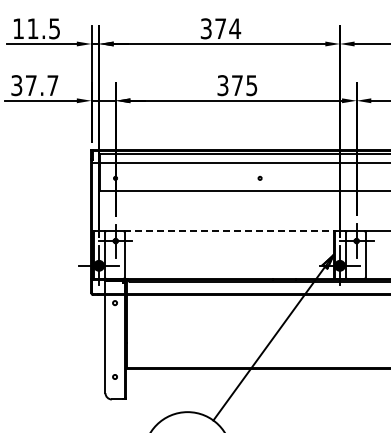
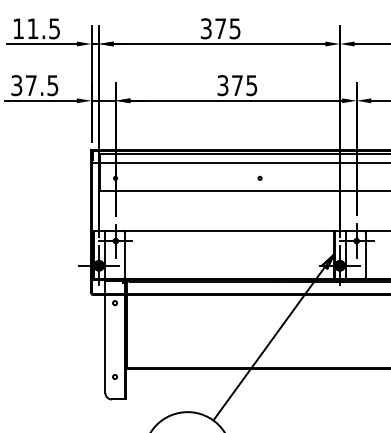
text at (235, 28): 374 -> 375
text at (52, 85): 37.7 -> 37.5
line at (228, 231): dashed -> solid
